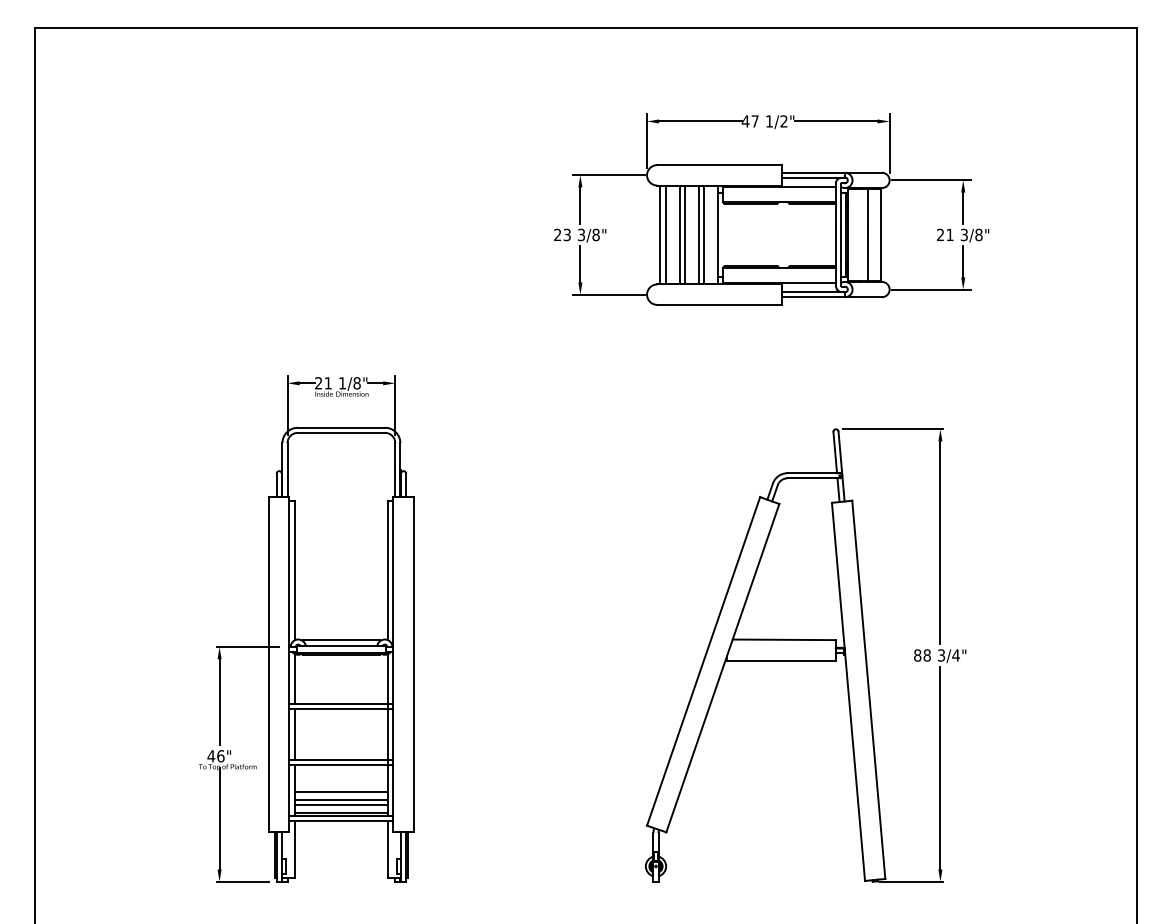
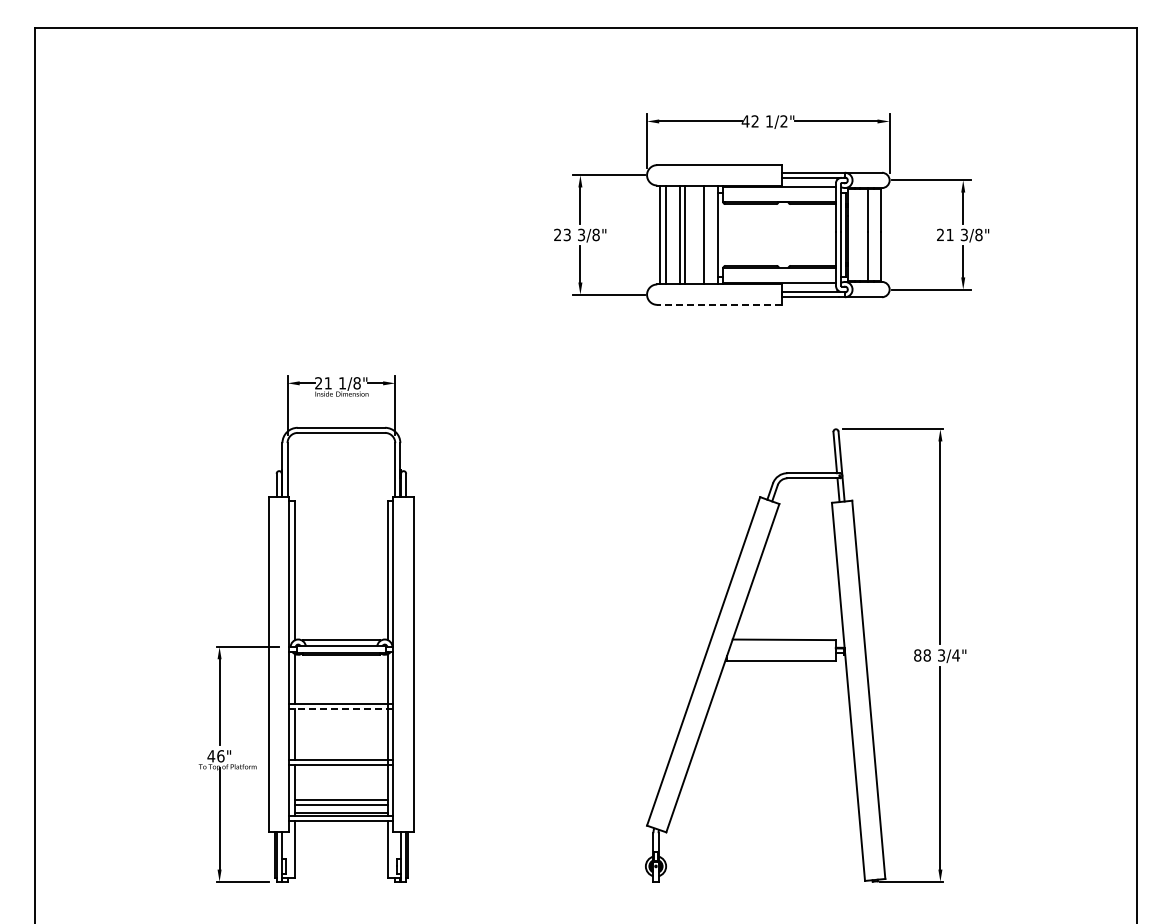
text at (754, 121): 47 -> 42
line at (698, 234): present -> none
line at (719, 304): solid -> dashed
line at (341, 708): solid -> dashed
line at (341, 792): present -> none
